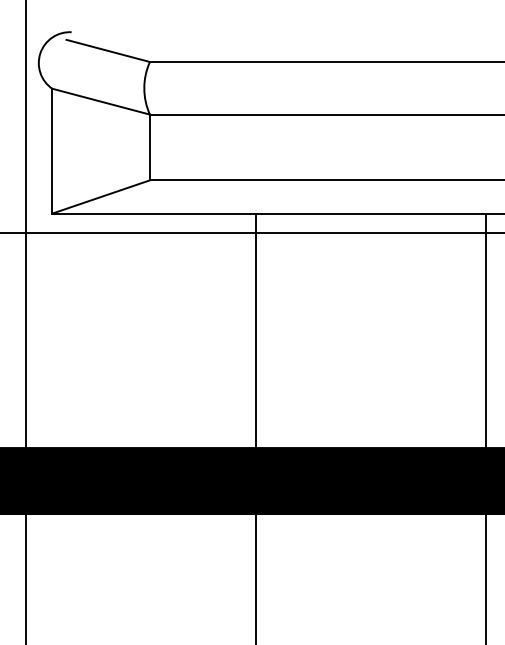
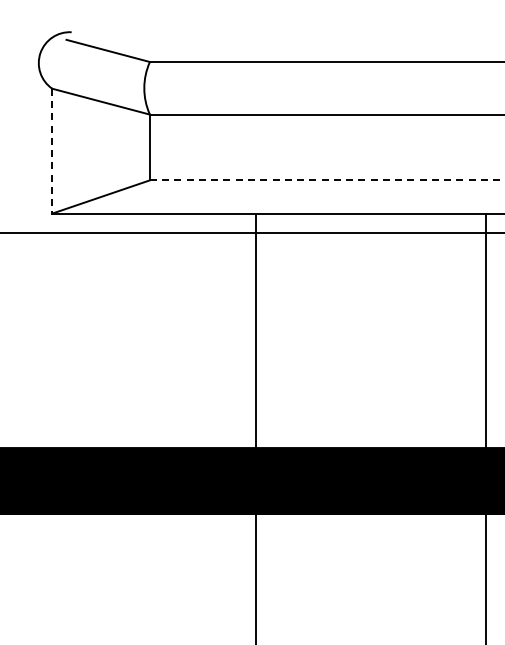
line at (52, 151): solid -> dashed
line at (327, 180): solid -> dashed
line at (25, 321): present -> none
